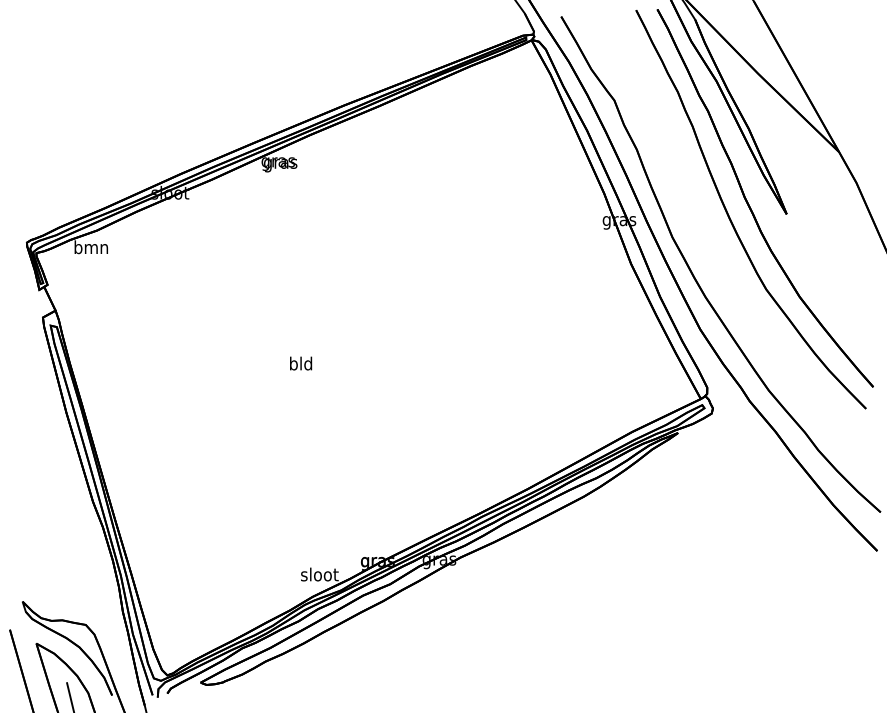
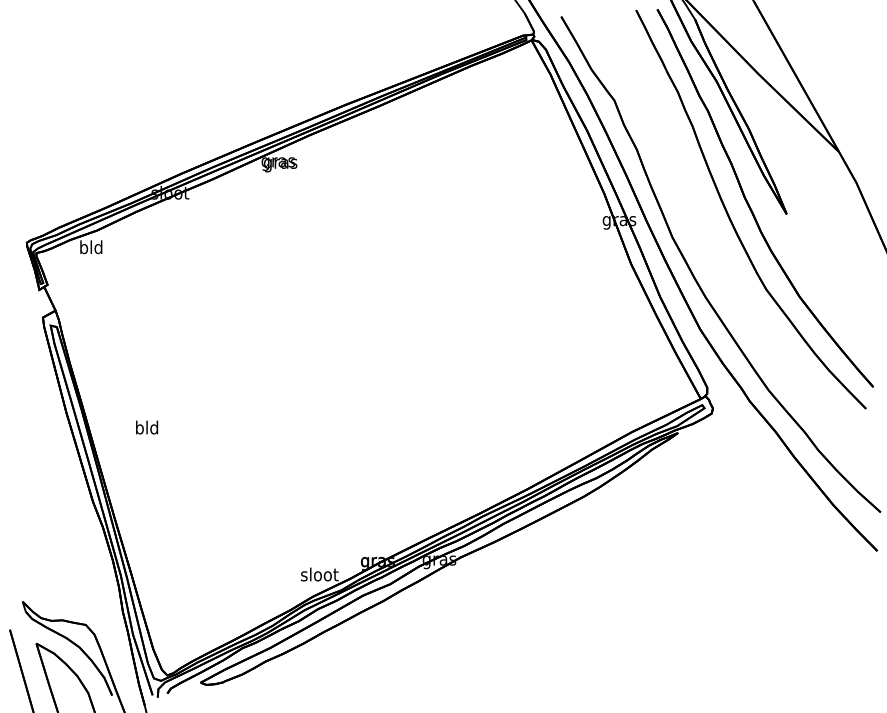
text at (90, 247): bmn -> bld
text at (301, 363) position: (301, 363) -> (147, 427)
line at (70, 696): present -> none
